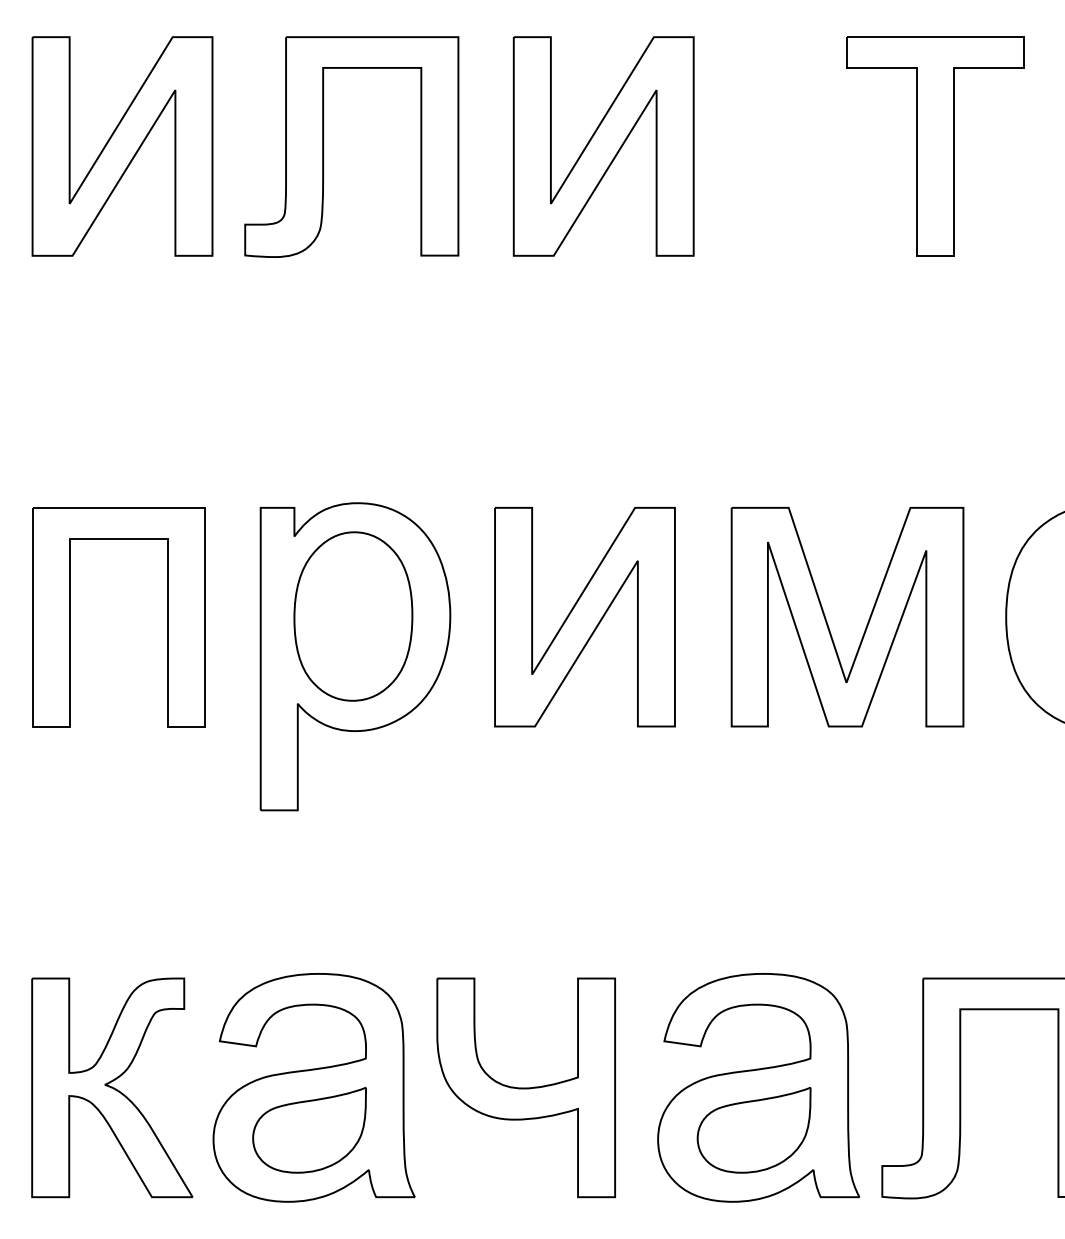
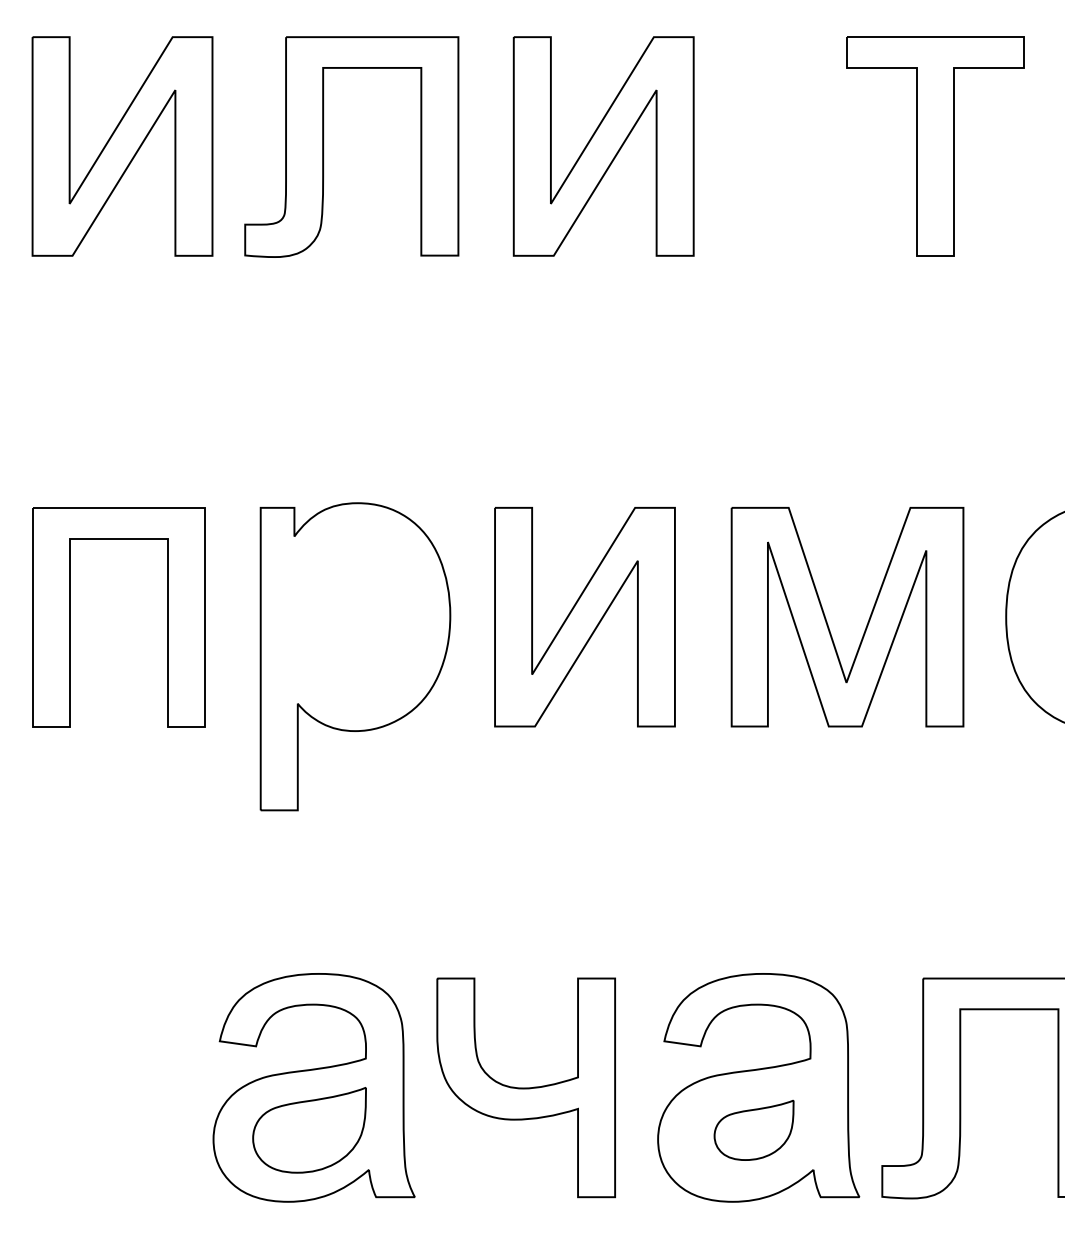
part at (353, 616): present -> none
part at (112, 1087): present -> none
part at (753, 1130) size: 116x87 px -> 82x62 px
